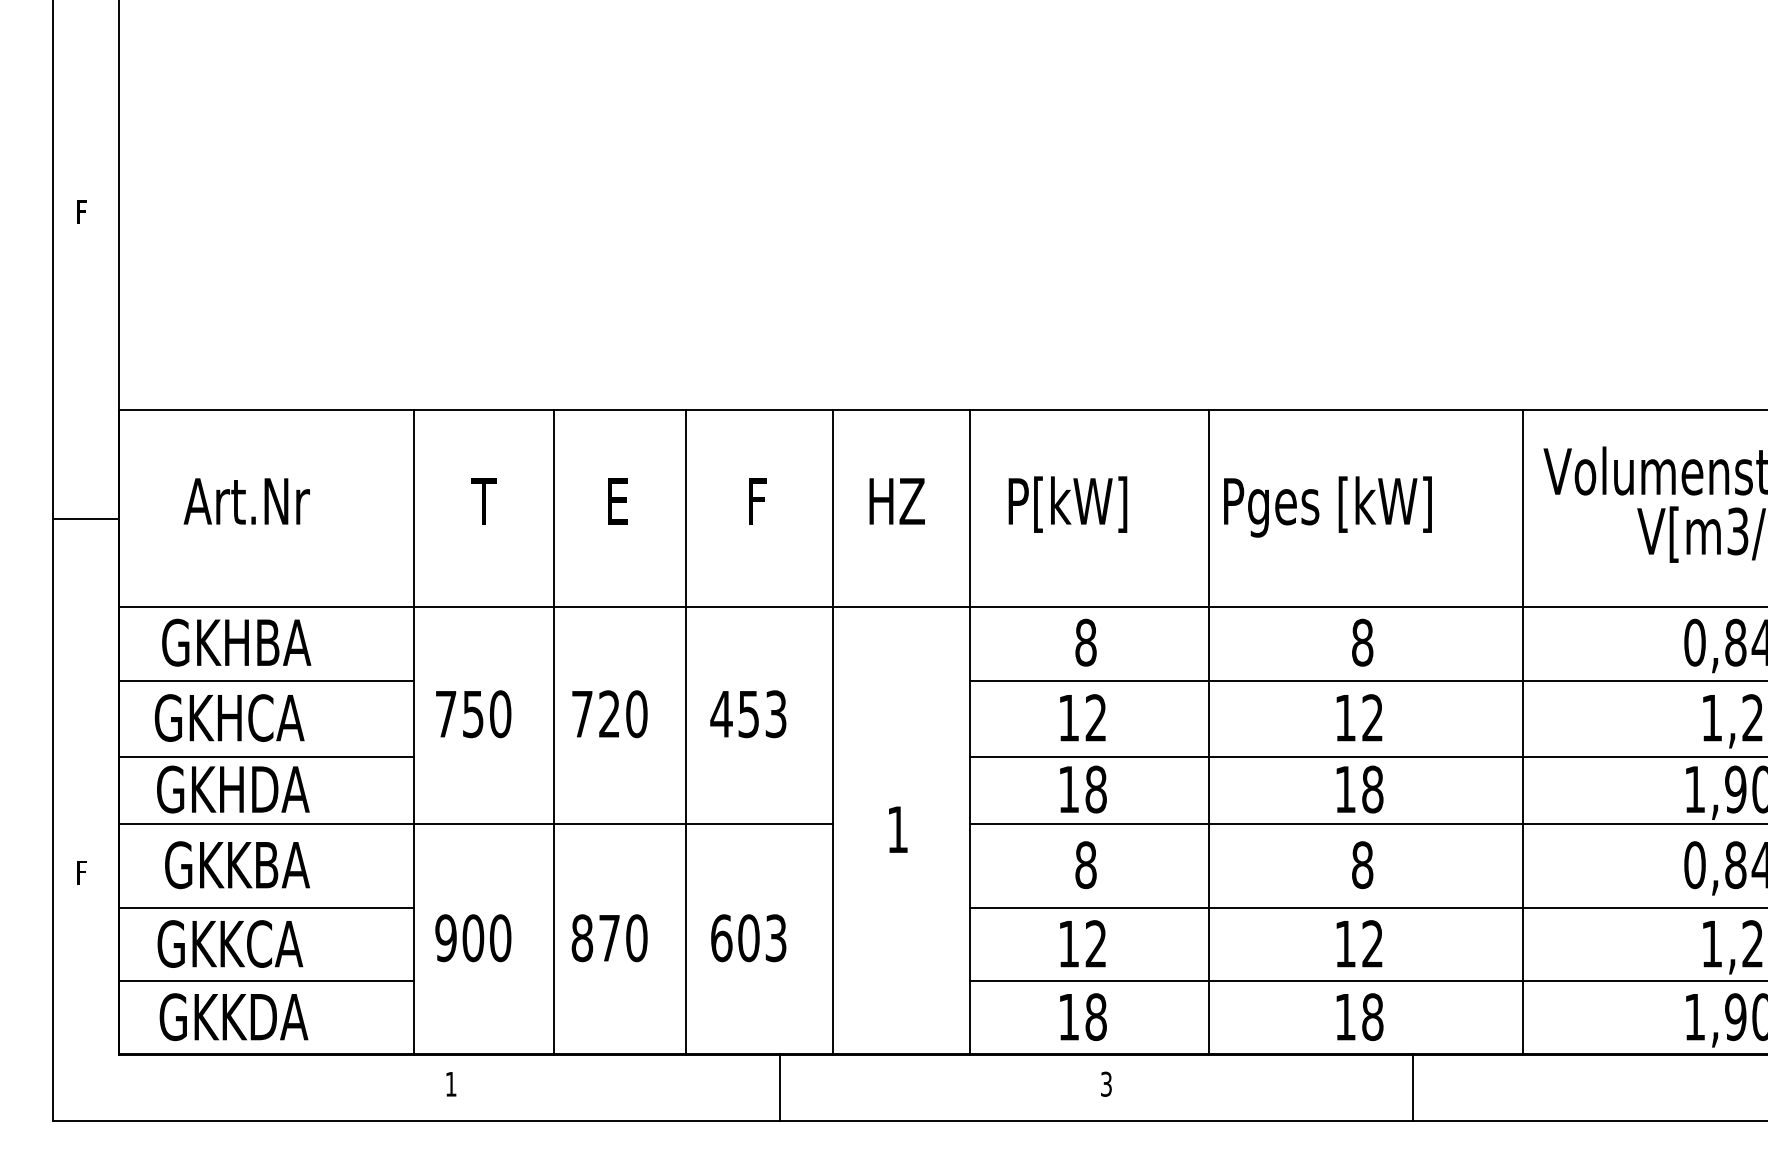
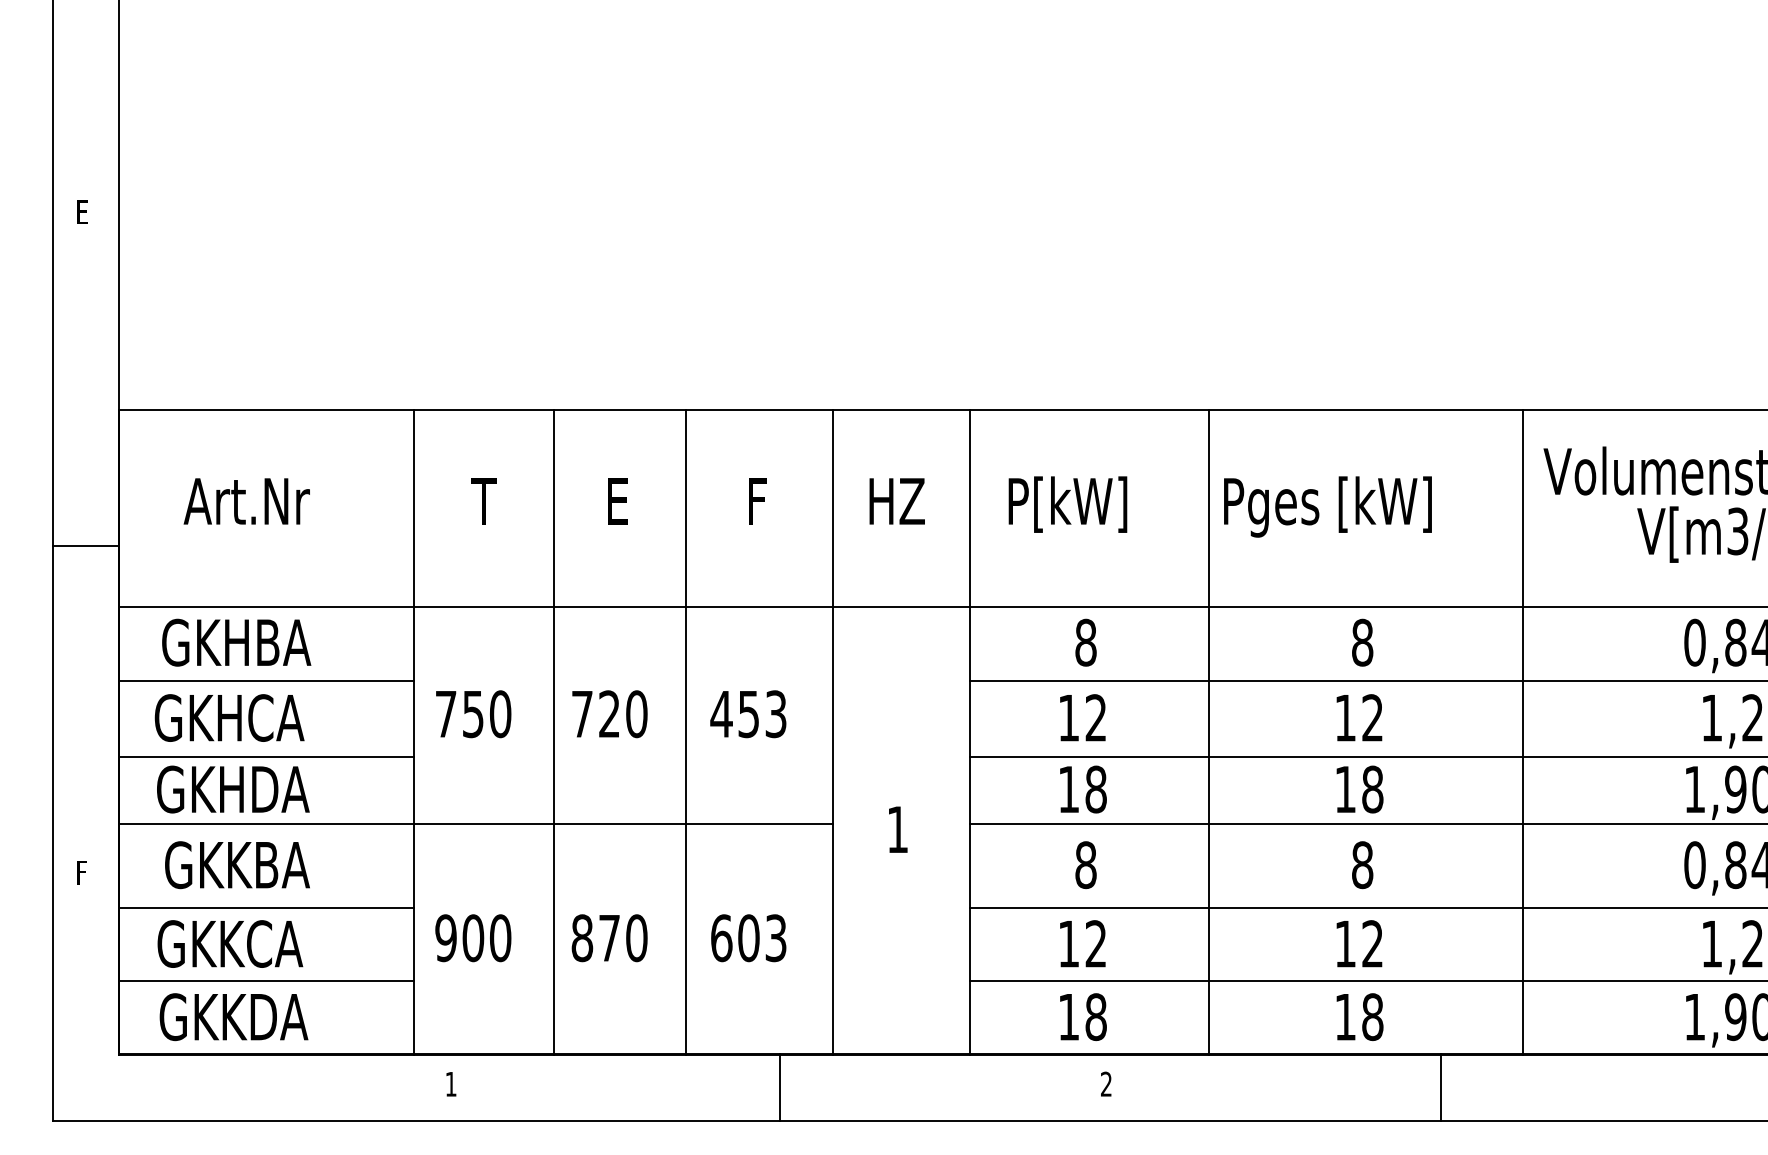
text at (83, 211): F -> E
line at (86, 518) position: (86, 518) -> (86, 545)
text at (1106, 1084): 3 -> 2
line at (1412, 1087) position: (1412, 1087) -> (1440, 1087)
